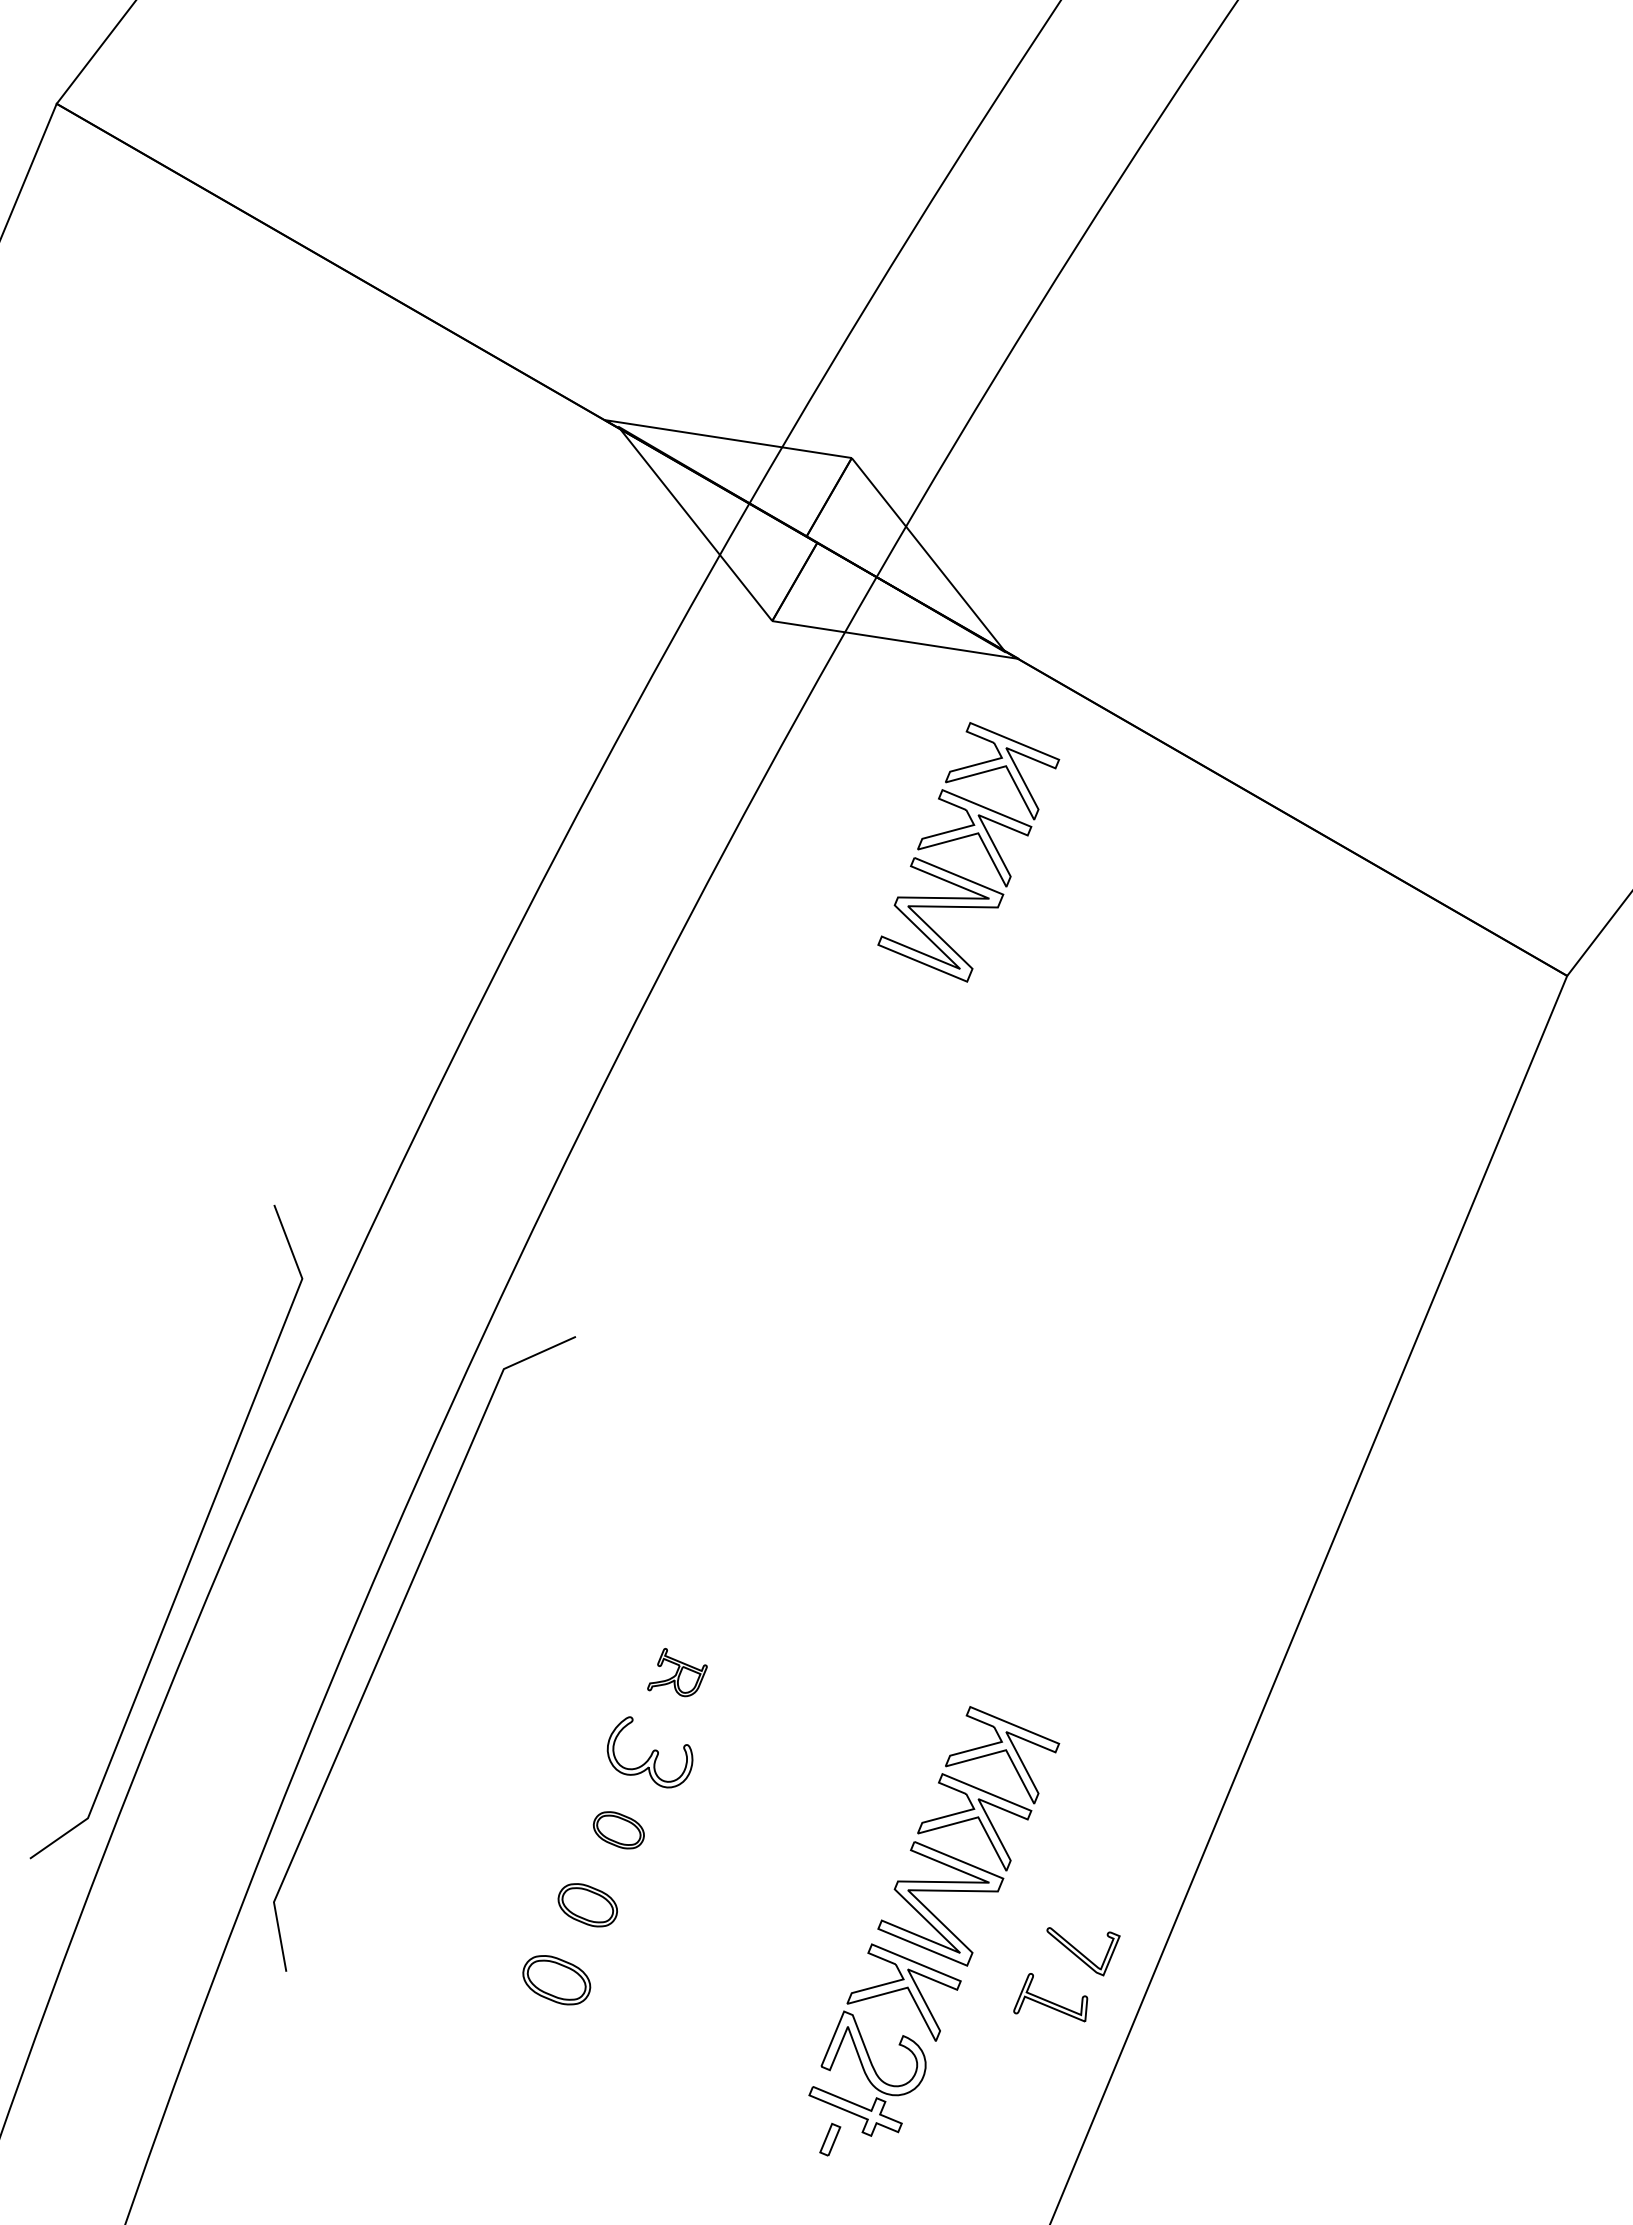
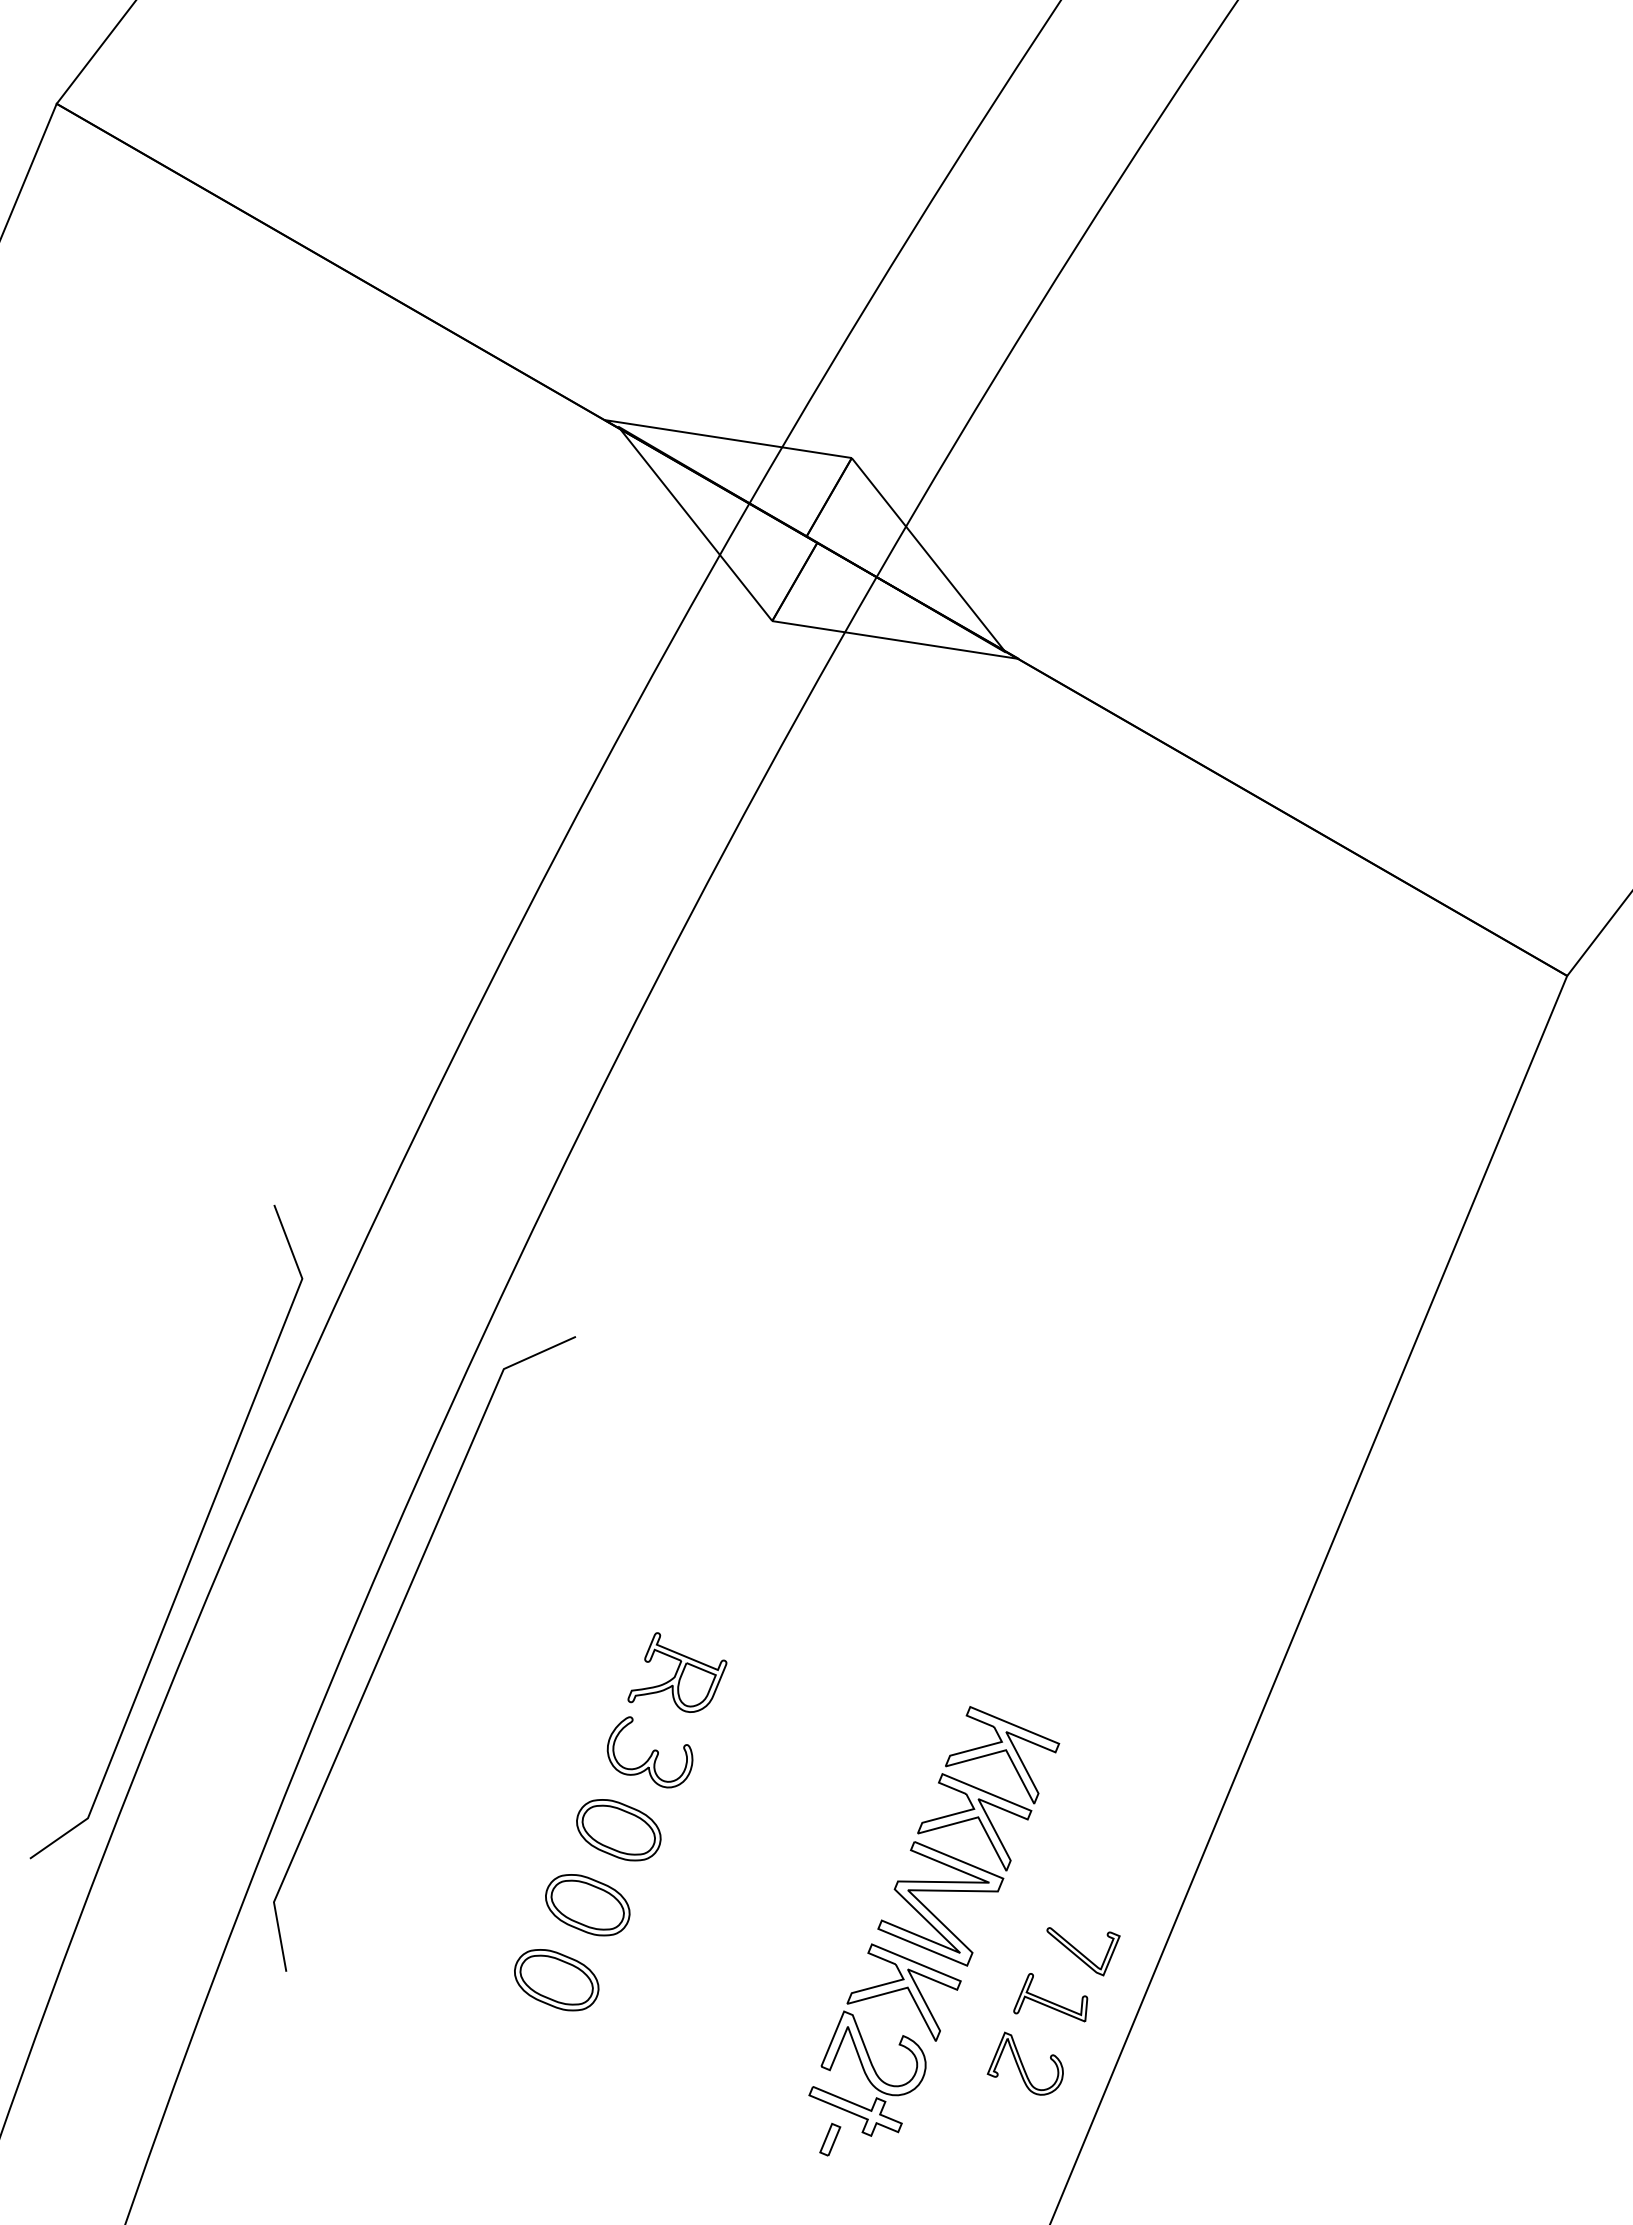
part at (963, 838): present -> none
part at (677, 1672) size: 61x50 px -> 101x81 px
part at (618, 1830) size: 53x39 px -> 86x63 px
part at (587, 1905) size: 61x45 px -> 86x63 px
part at (556, 1980) size: 70x51 px -> 86x63 px
part at (1024, 2063): none -> present
